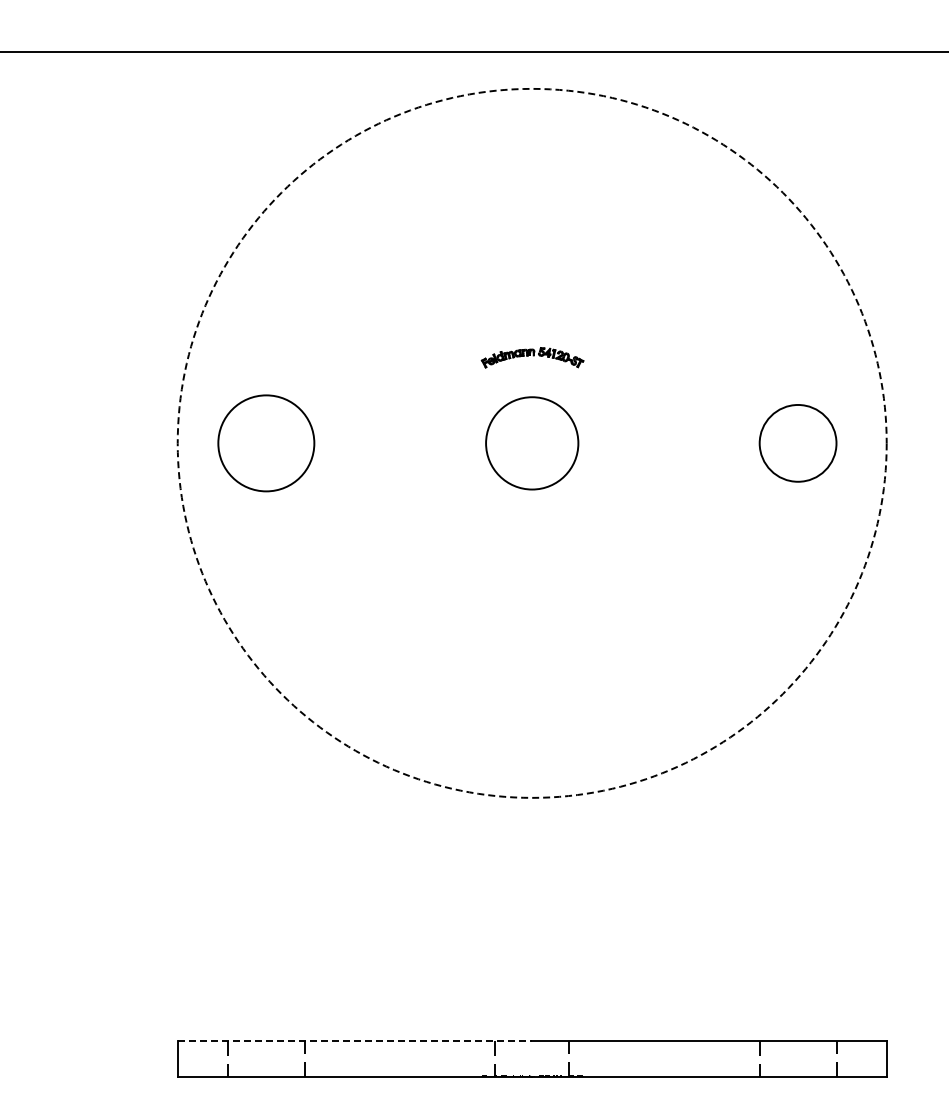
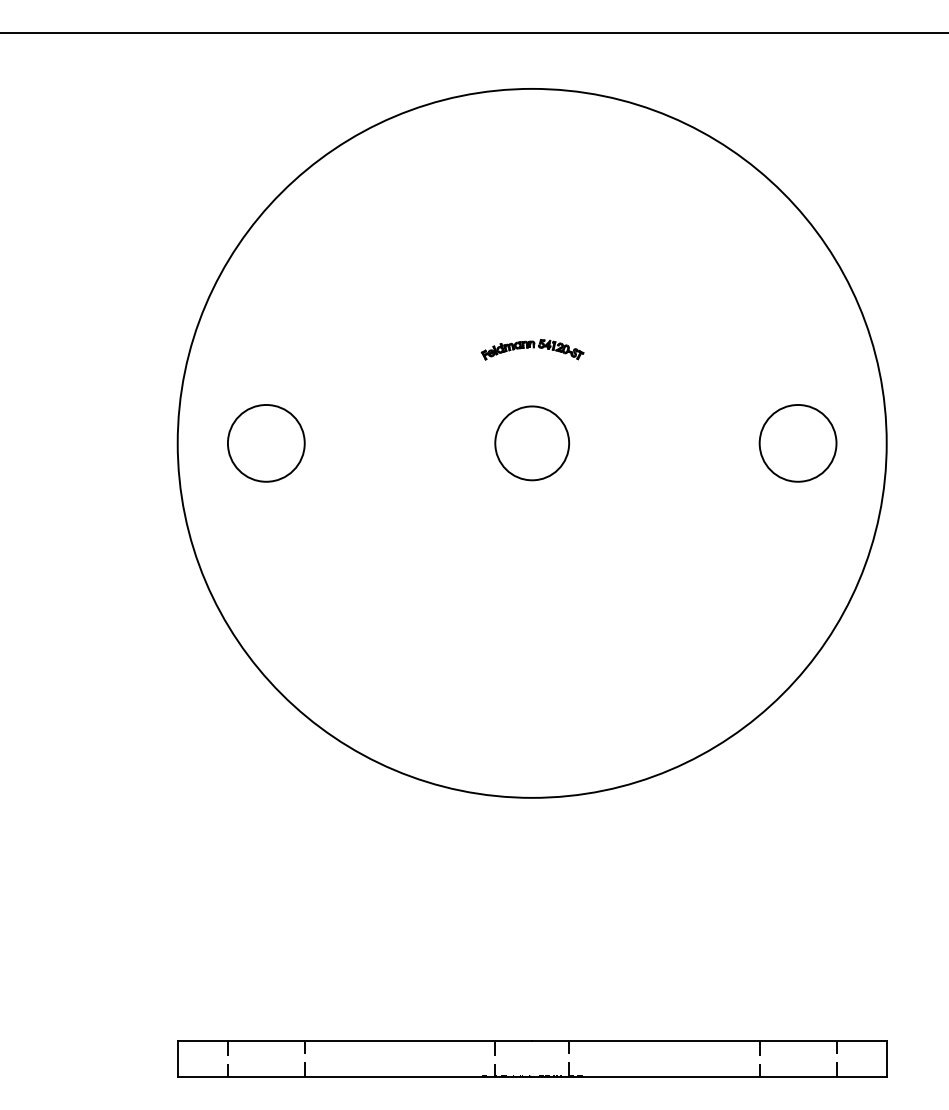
line at (473, 52) position: (473, 52) -> (473, 33)
part at (532, 357) position: (532, 357) -> (532, 349)
circle at (531, 442): dashed -> solid
circle at (266, 443) diameter: 96 px -> 77 px
circle at (532, 443) diameter: 92 px -> 74 px
line at (355, 1041): dashed -> solid
